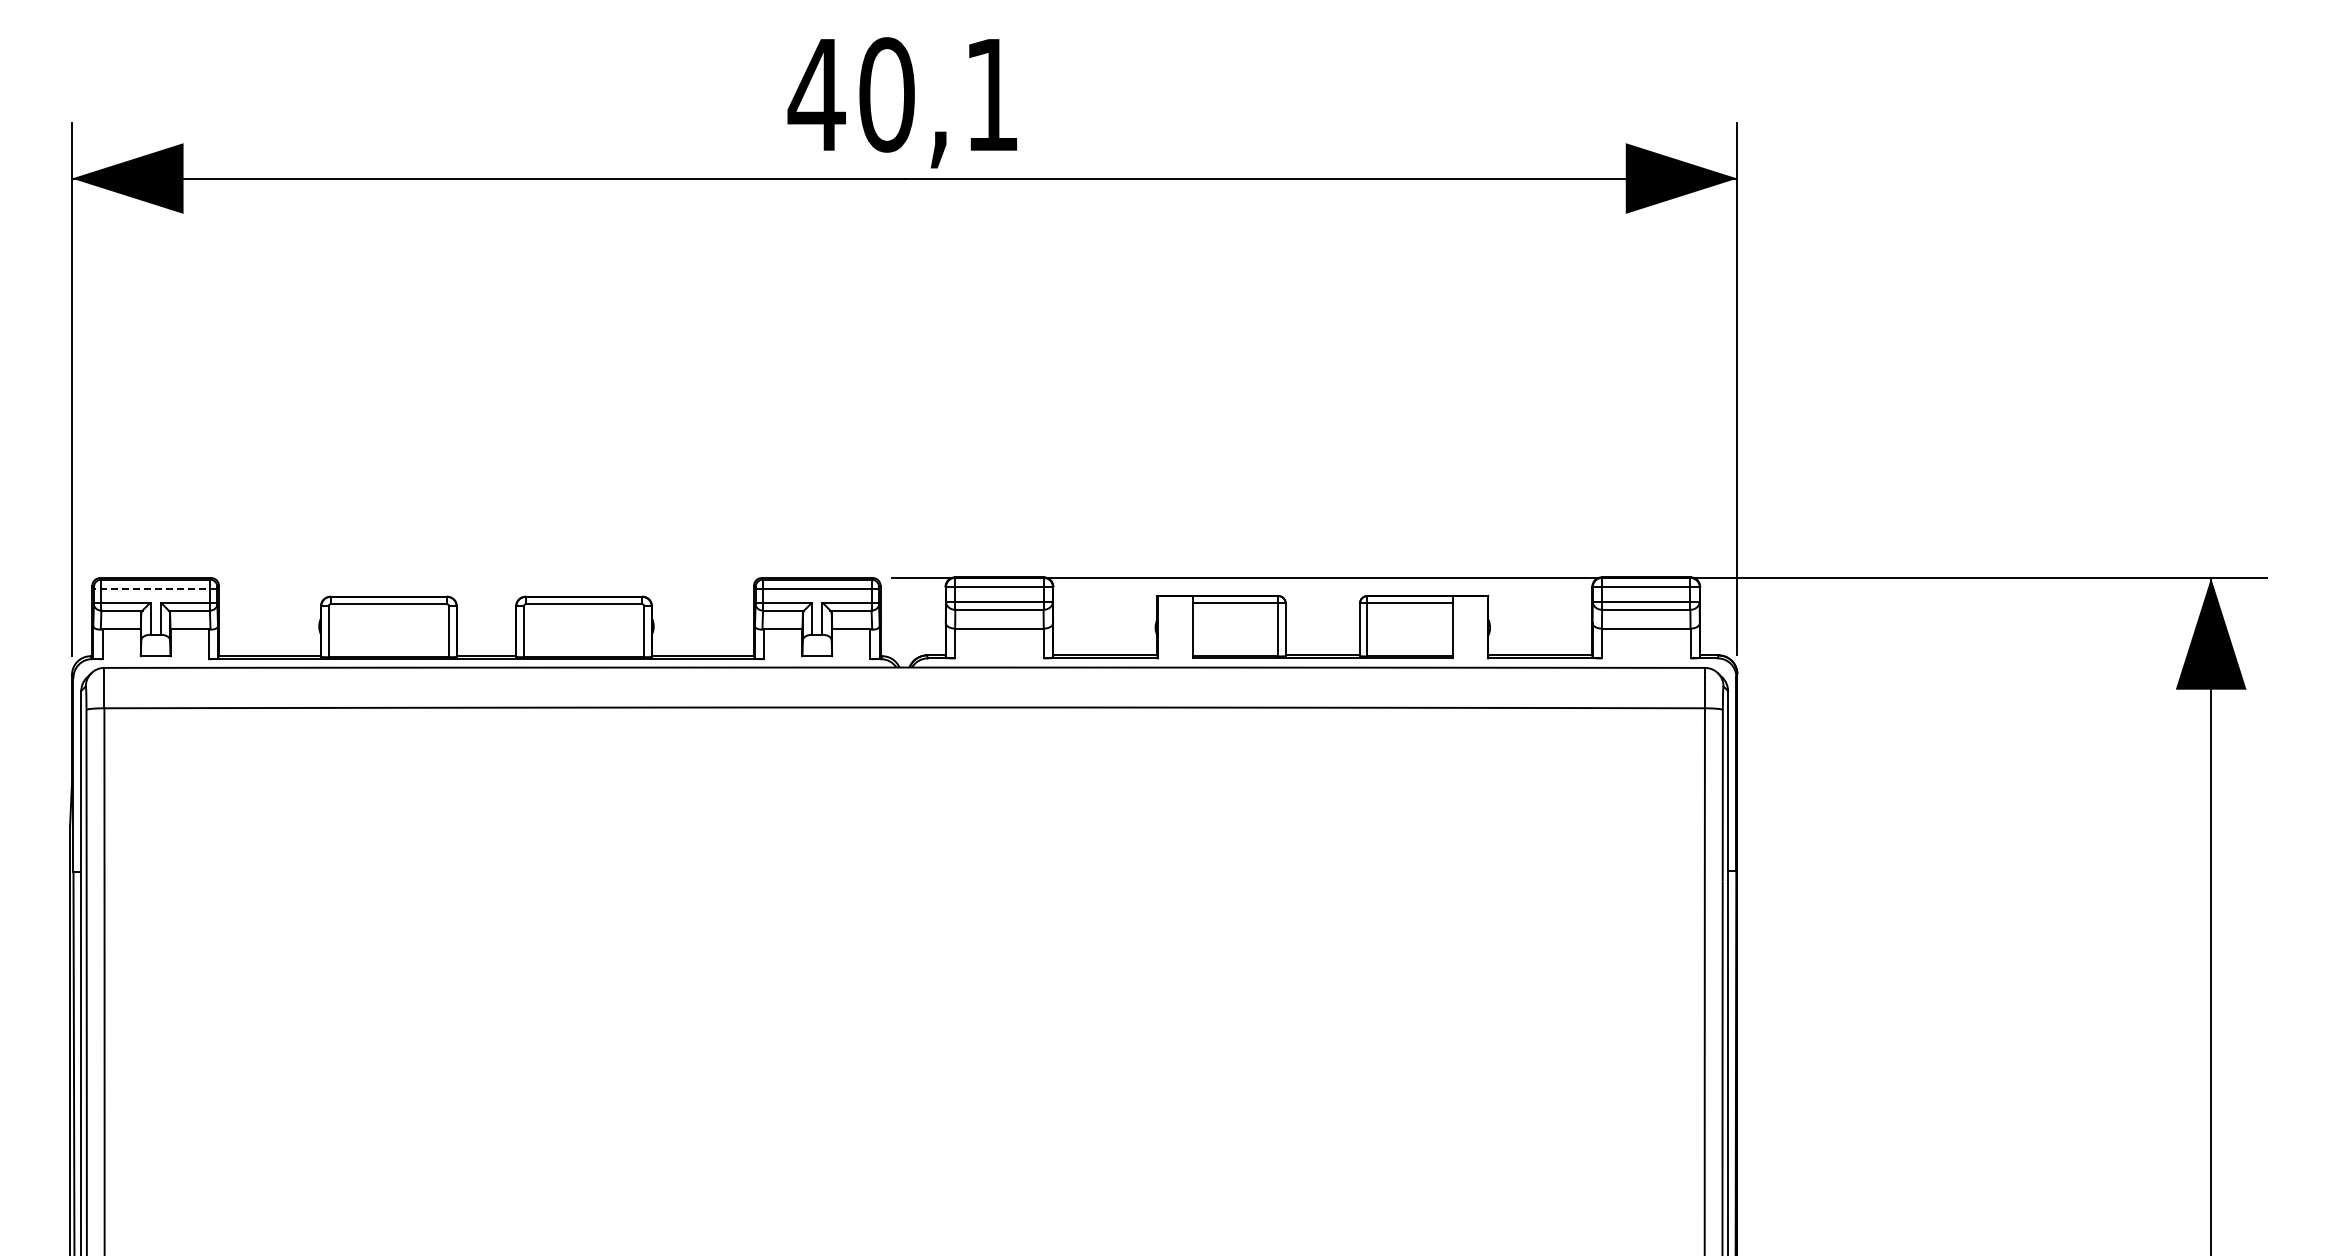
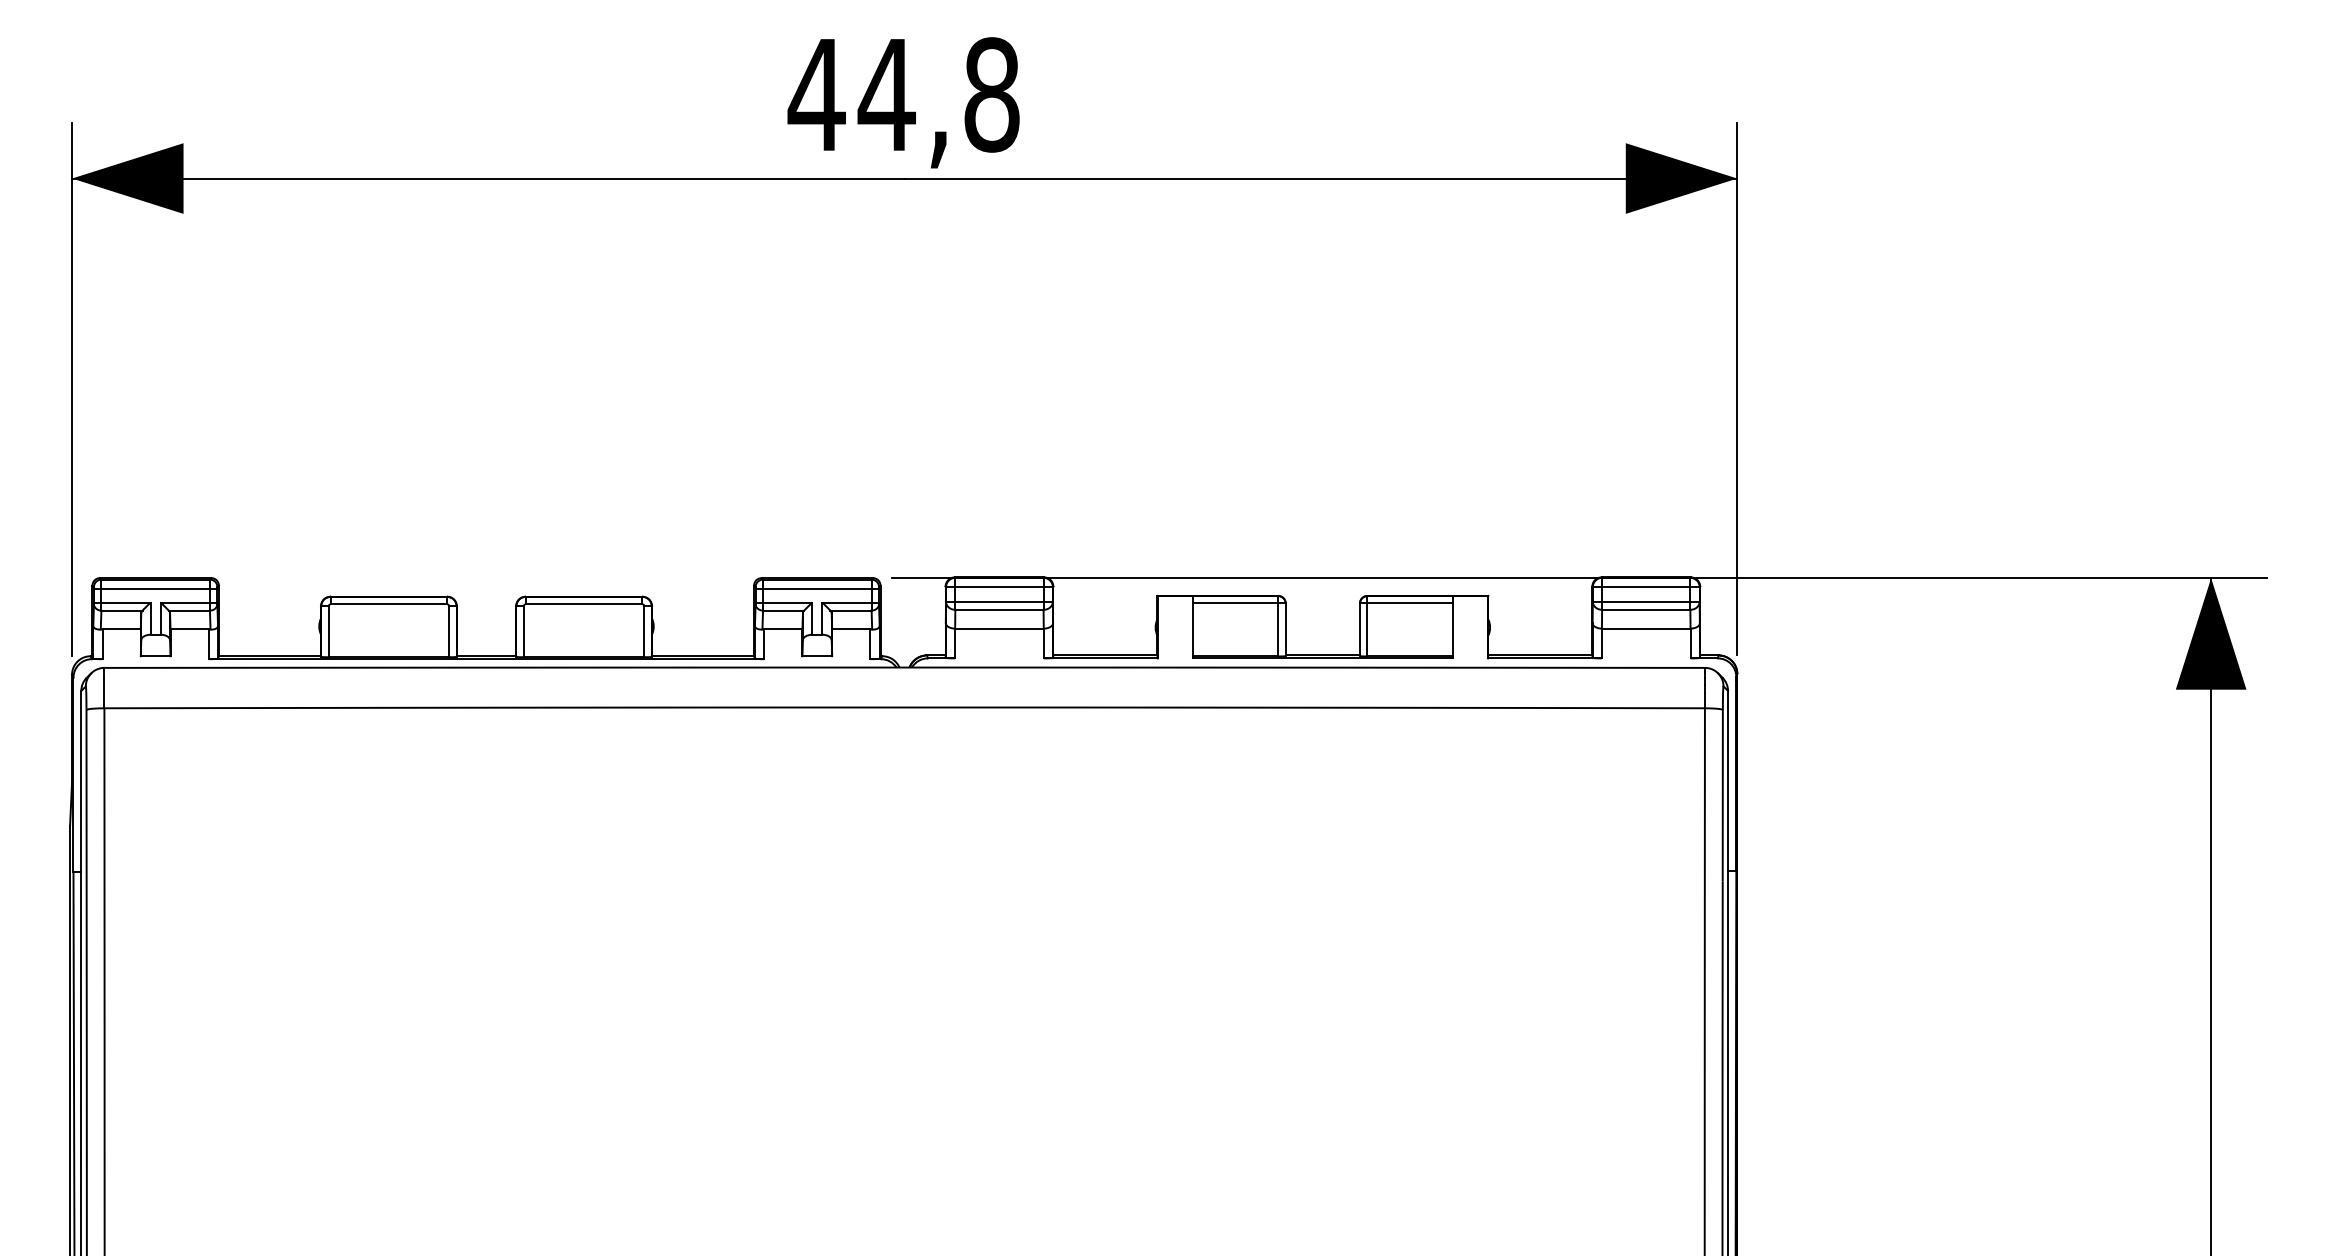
text at (938, 94): 40,1 -> 44,8
line at (155, 588): dashed -> solid
